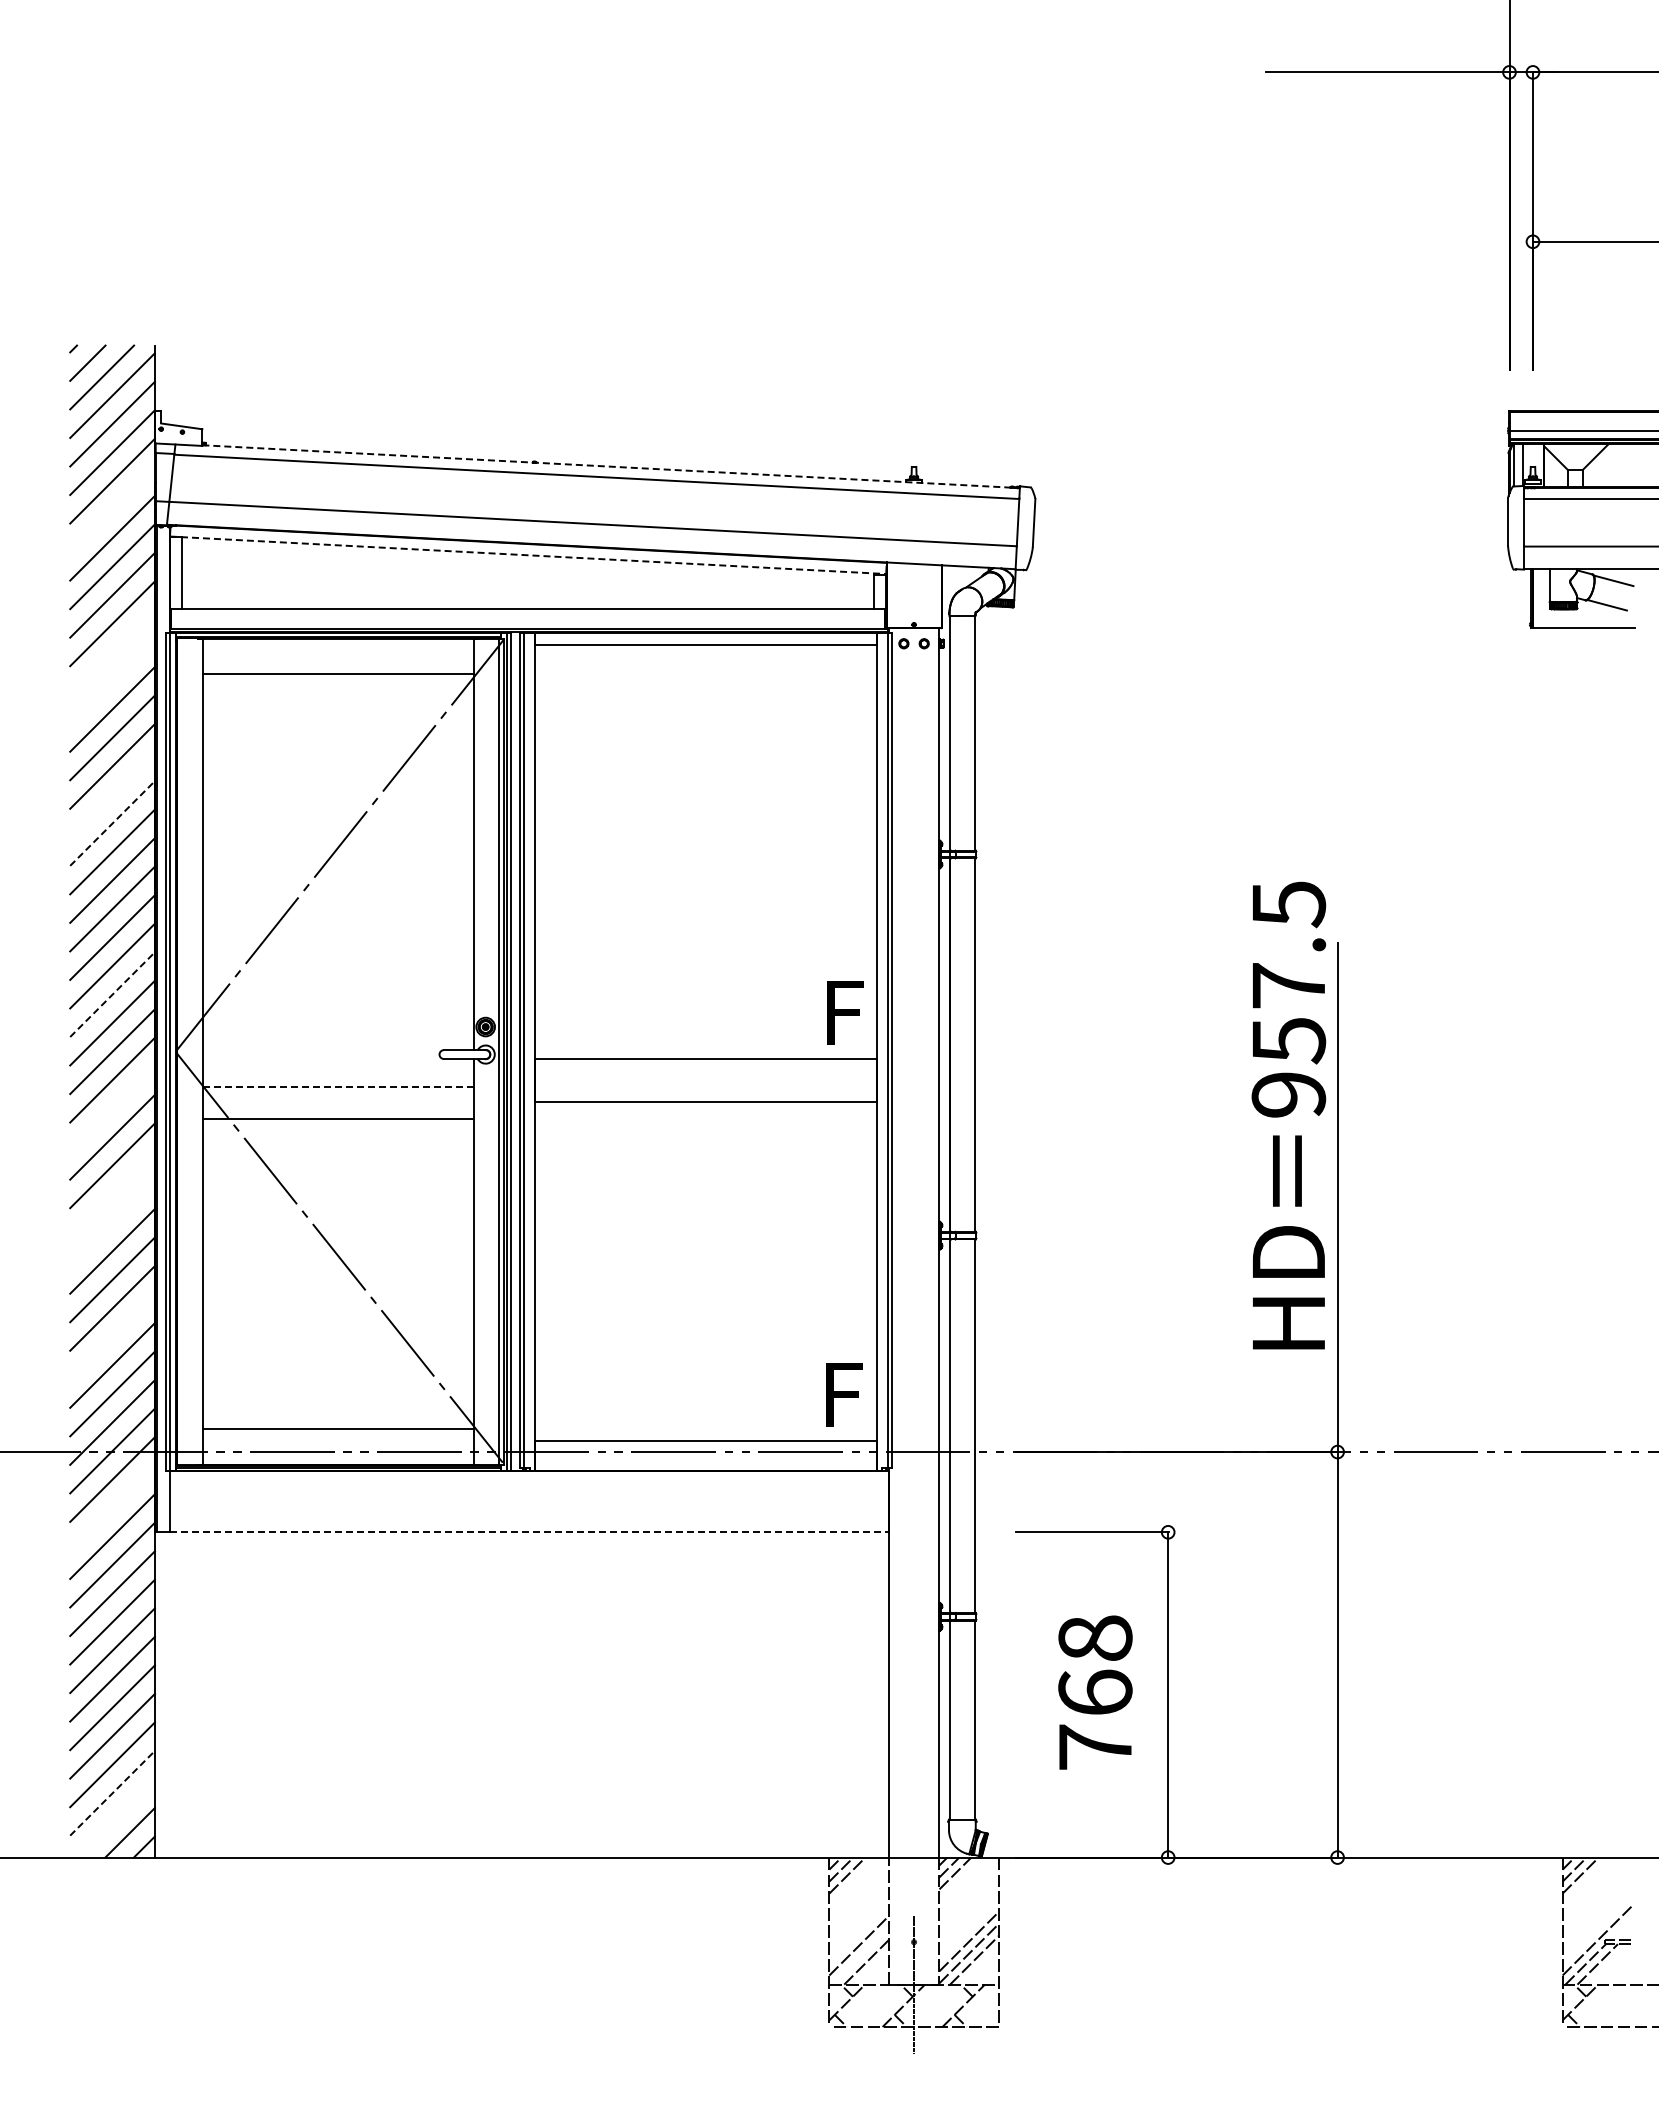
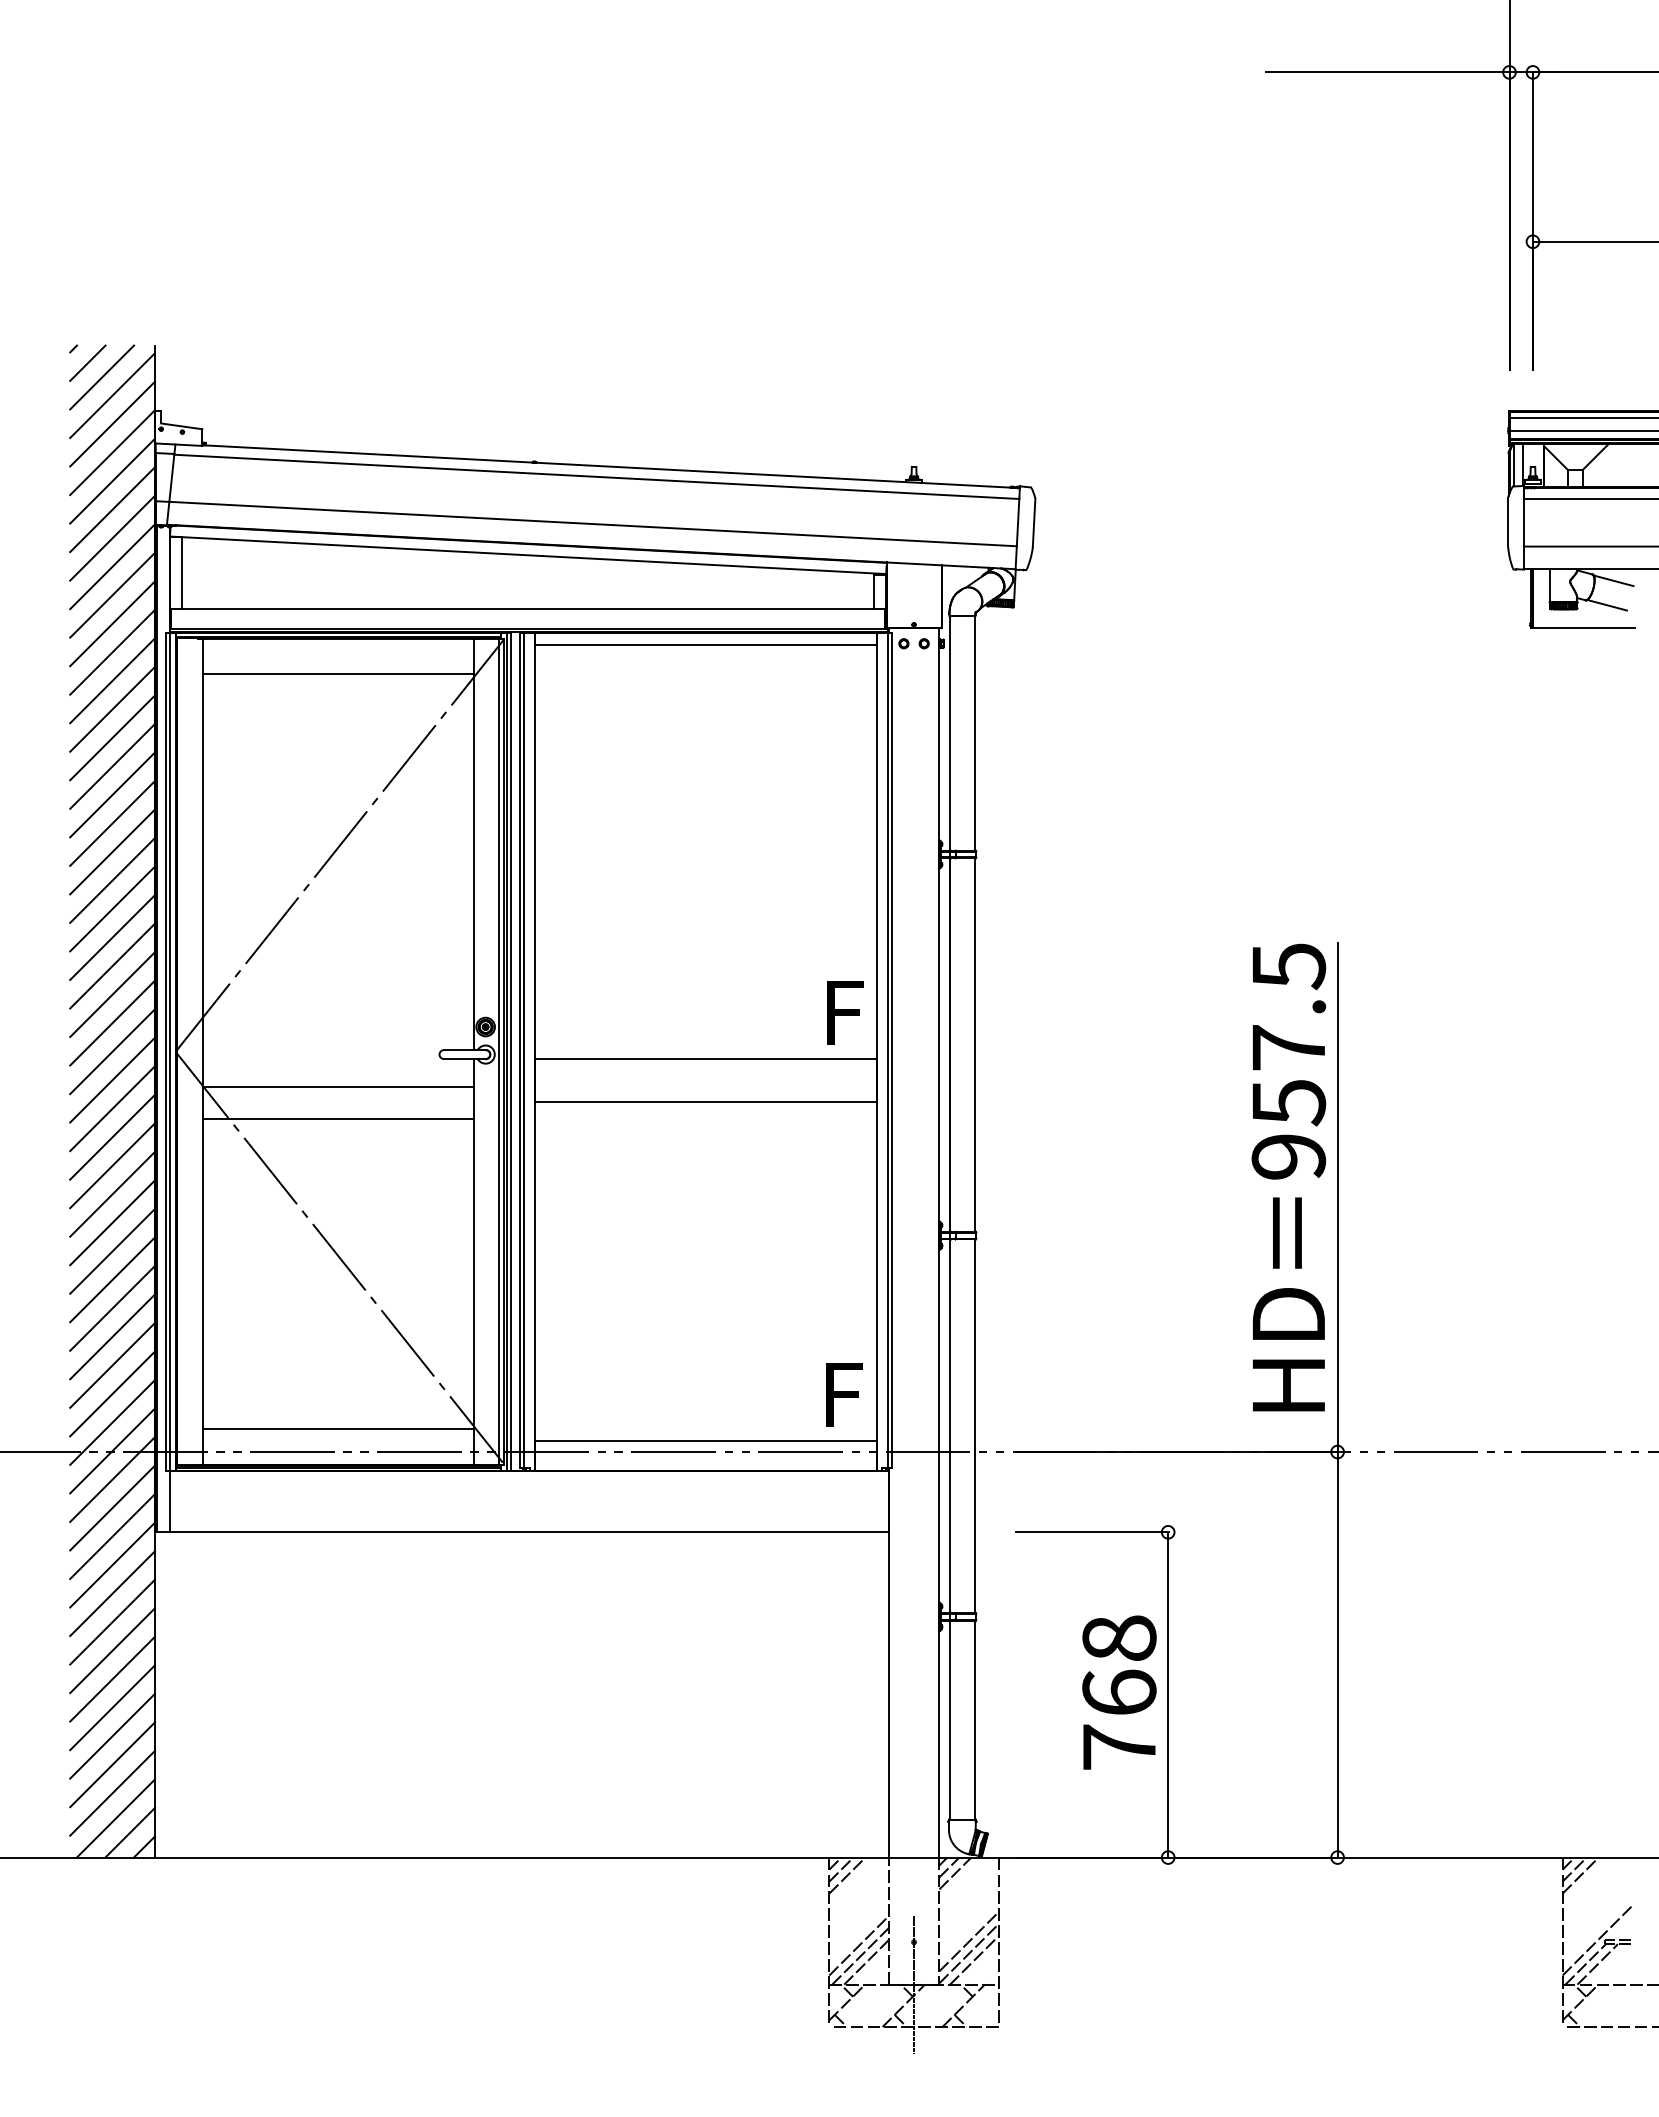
line at (1582, 418): none -> present
line at (611, 466): dashed -> solid
line at (112, 509): none -> present
line at (528, 555): dashed -> solid
line at (112, 652): none -> present
line at (112, 680): none -> present
line at (112, 794): none -> present
line at (112, 823): dashed -> solid
line at (112, 994): dashed -> solid
line at (338, 1086): dashed -> solid
line at (112, 1108): none -> present
text at (1288, 1115) position: (1288, 1115) -> (1288, 1177)
line at (112, 1193): none -> present
line at (112, 1222): none -> present
line at (112, 1336): none -> present
line at (112, 1507): none -> present
line at (529, 1532): dashed -> solid
text at (1095, 1692) position: (1095, 1692) -> (1119, 1692)
line at (112, 1793): dashed -> solid
line at (115, 1818): none -> present
line at (860, 1956): none -> present
